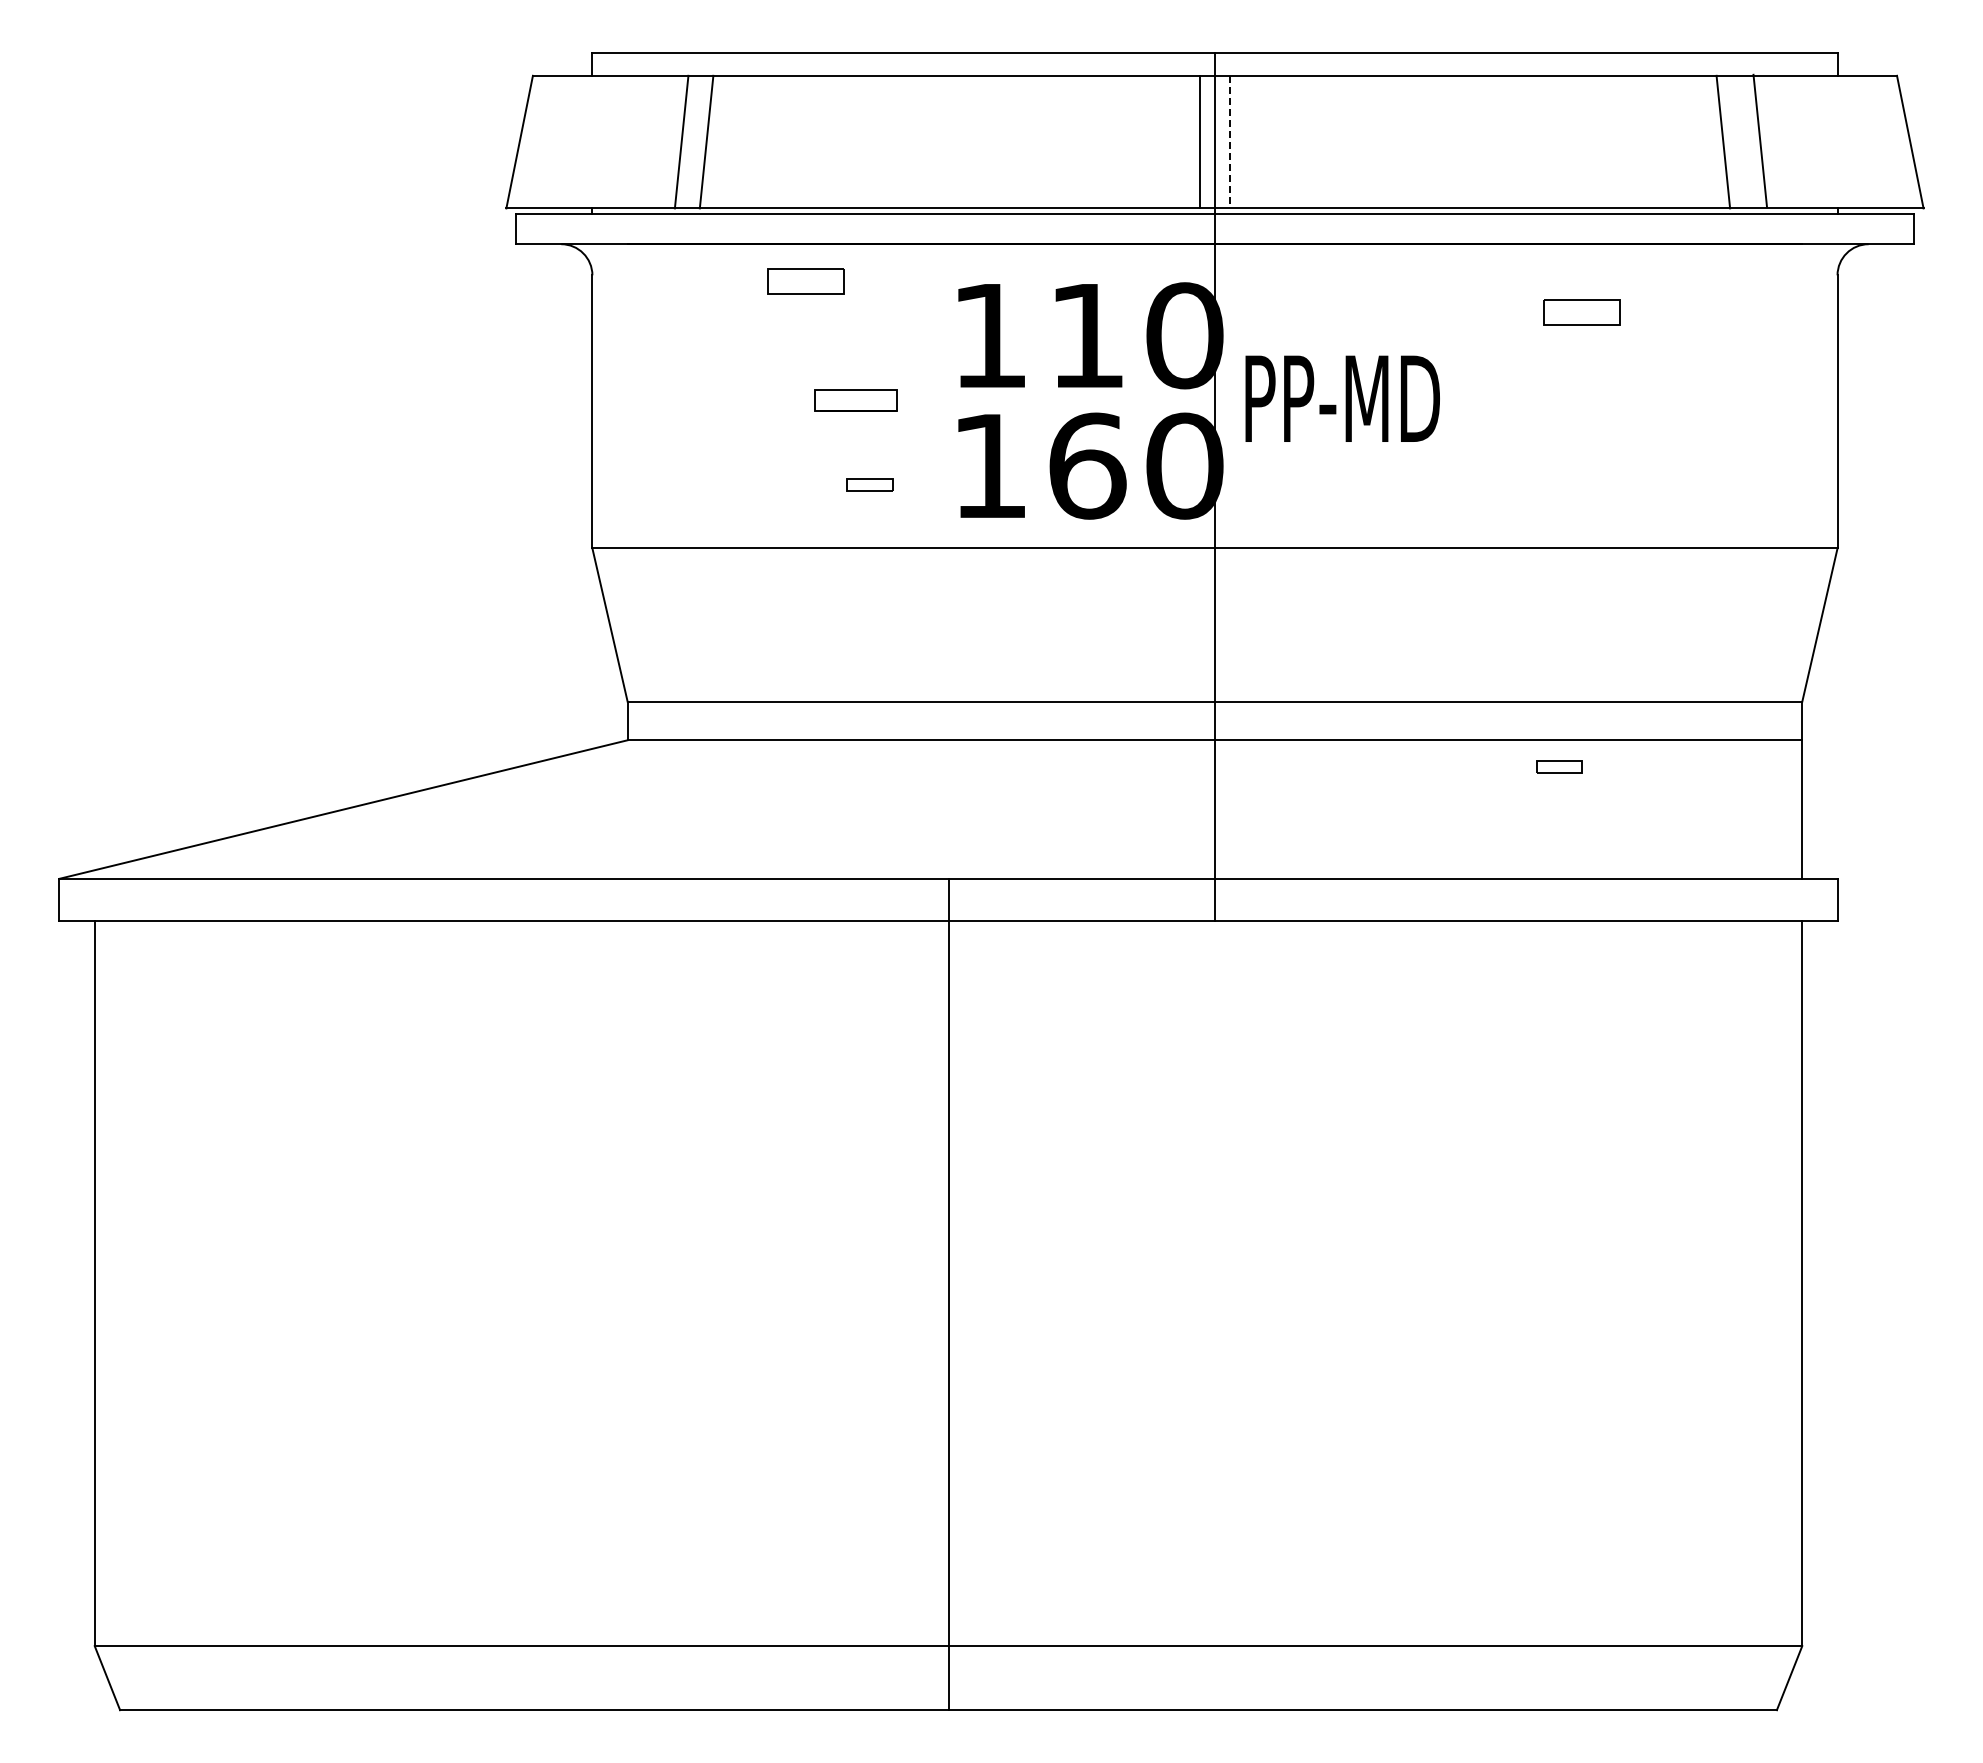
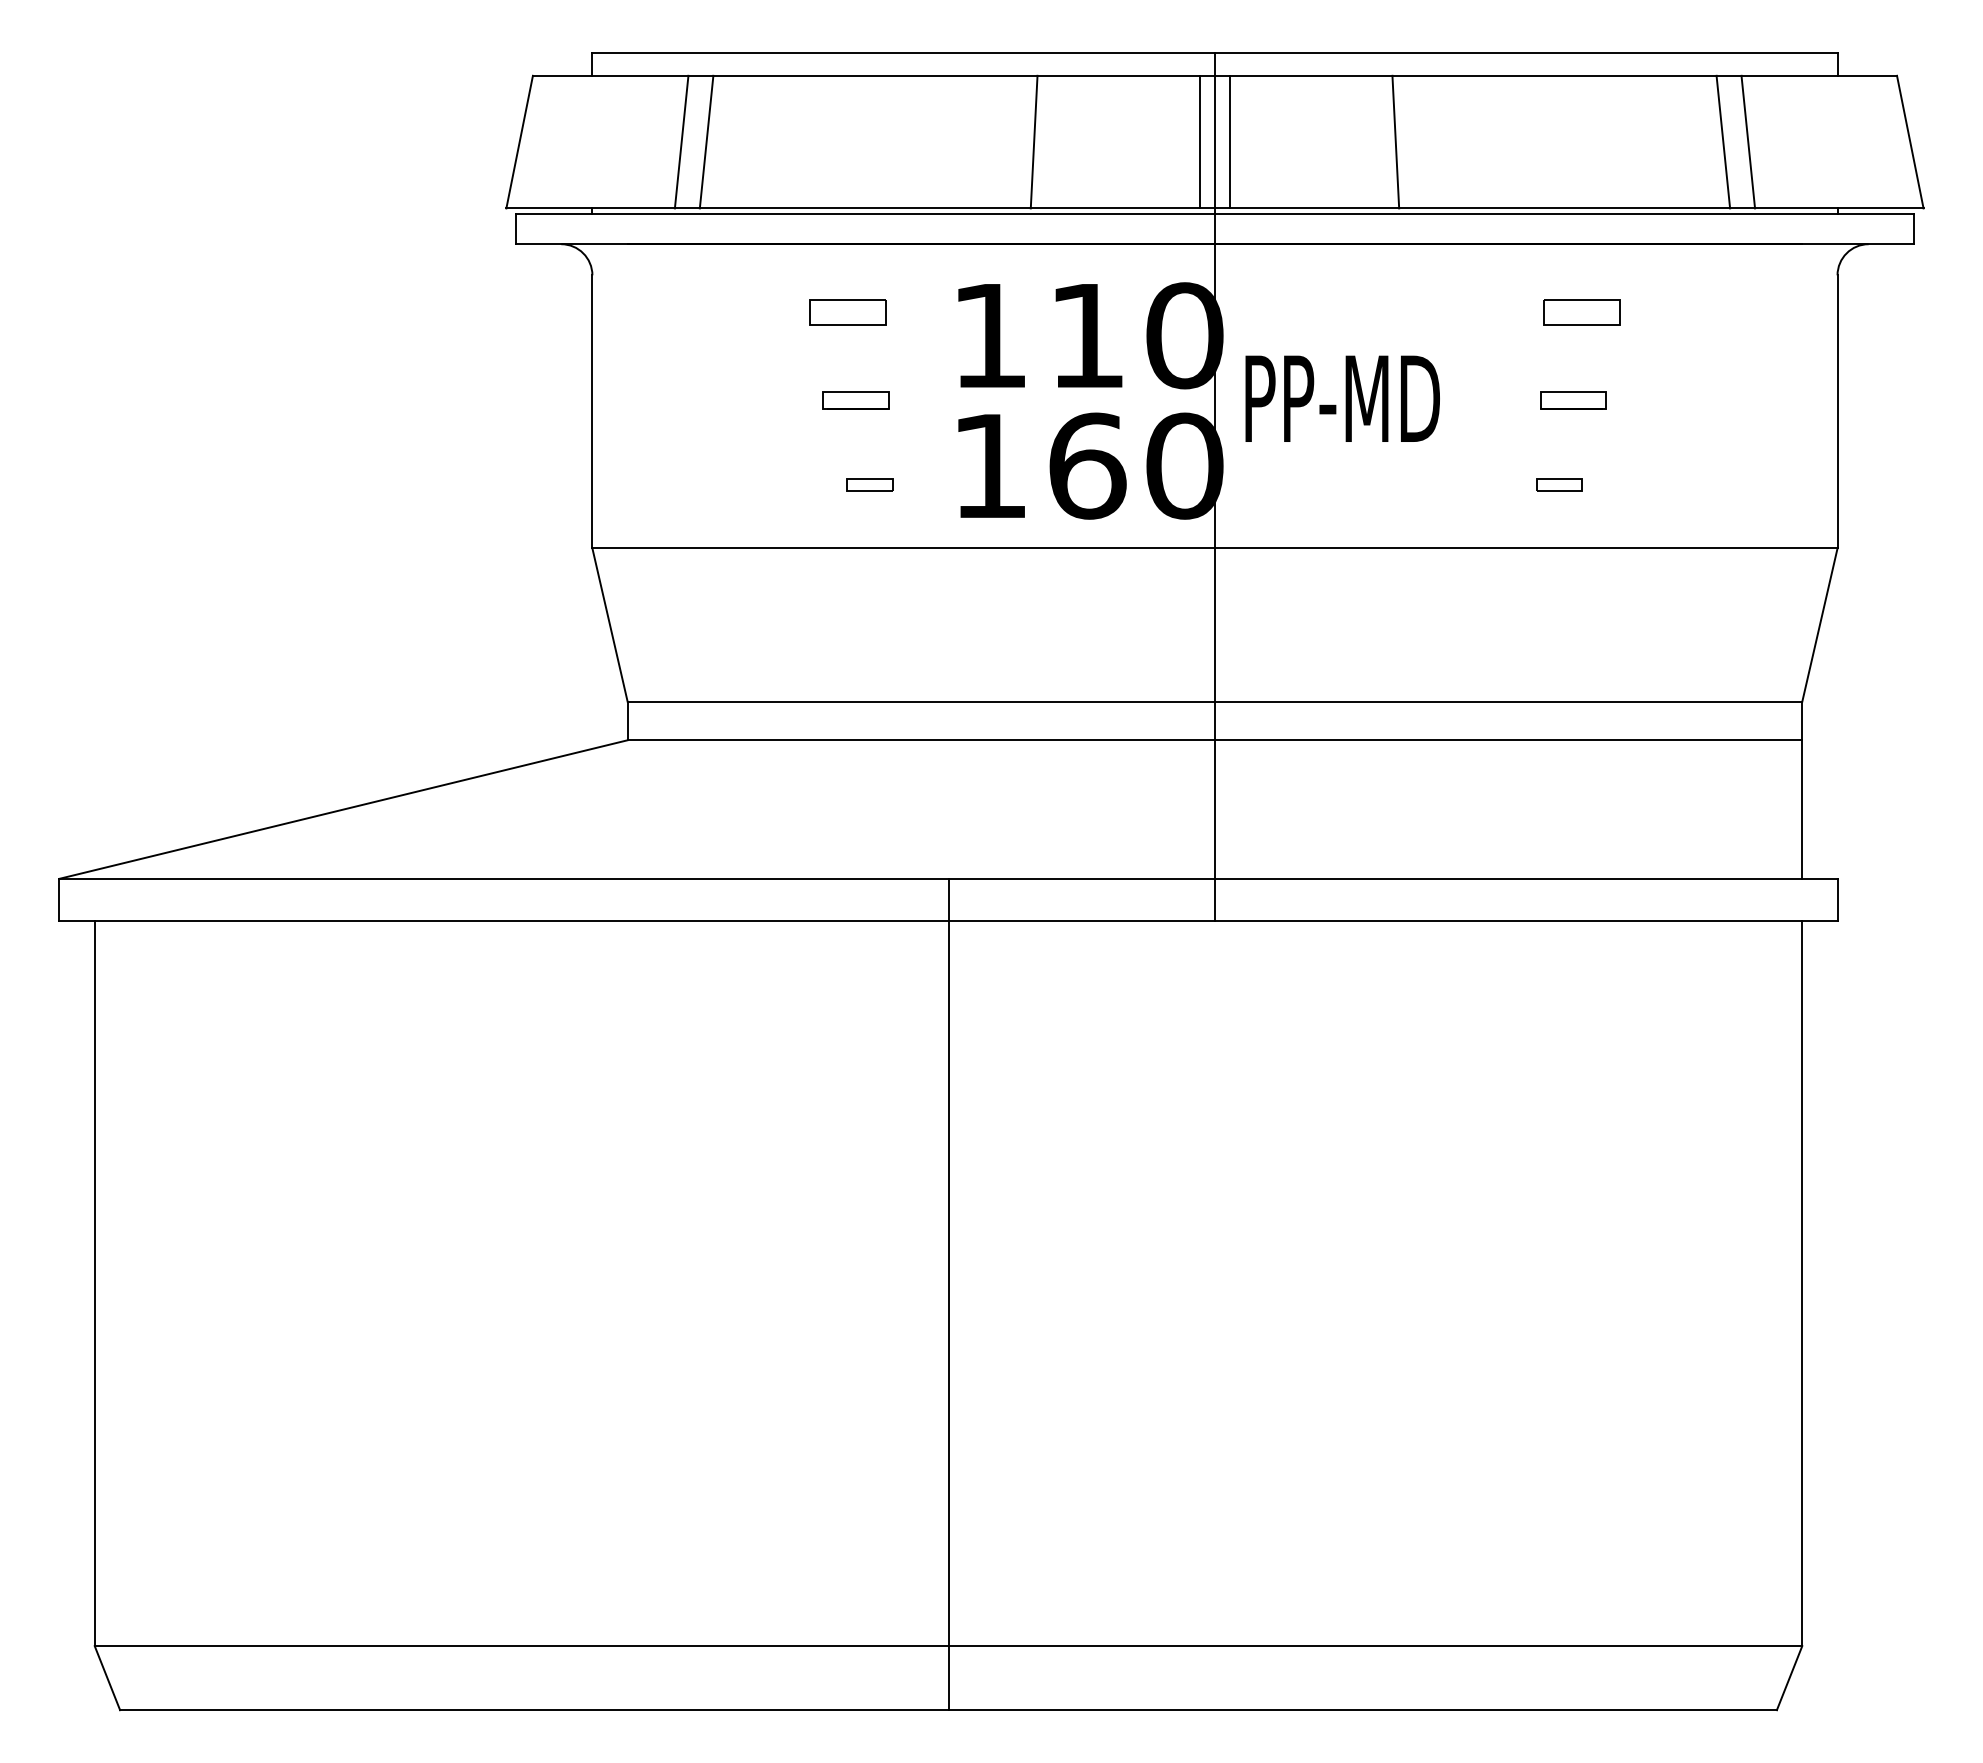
line at (1760, 140) position: (1760, 140) -> (1748, 141)
line at (1033, 141): none -> present
line at (1395, 141): none -> present
line at (1230, 142): dashed -> solid
part at (805, 281) position: (805, 281) -> (847, 312)
part at (855, 400) size: 84x23 px -> 68x19 px
part at (1573, 400): none -> present
part at (1559, 766) position: (1559, 766) -> (1559, 484)
